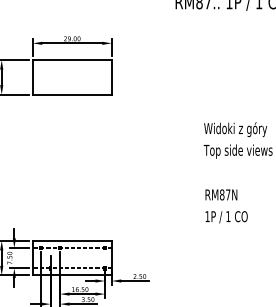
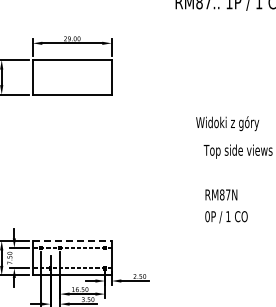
text at (235, 129) position: (235, 129) -> (227, 123)
text at (207, 216): 1P -> 0P
line at (72, 240): solid -> dashed
